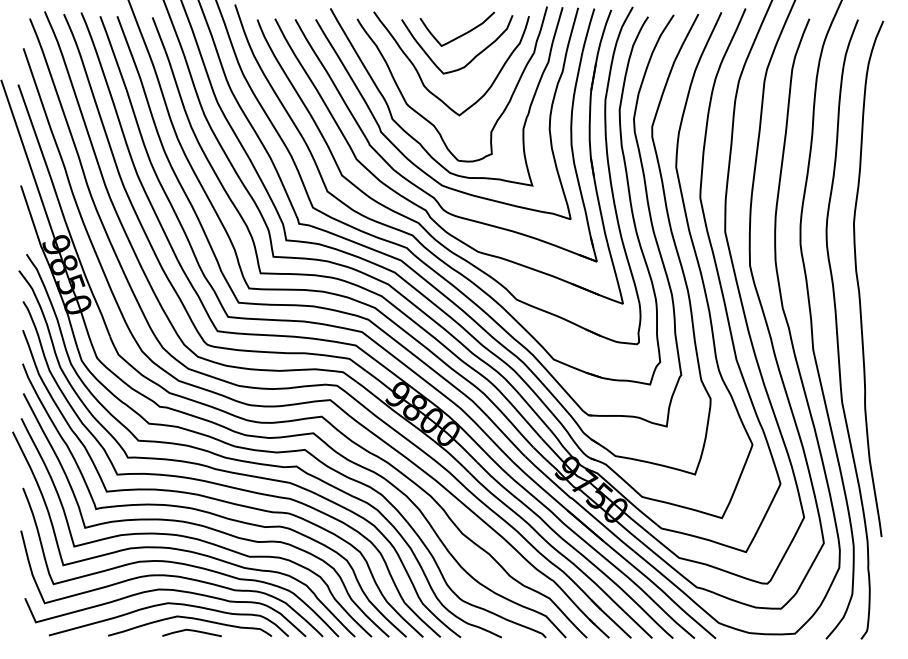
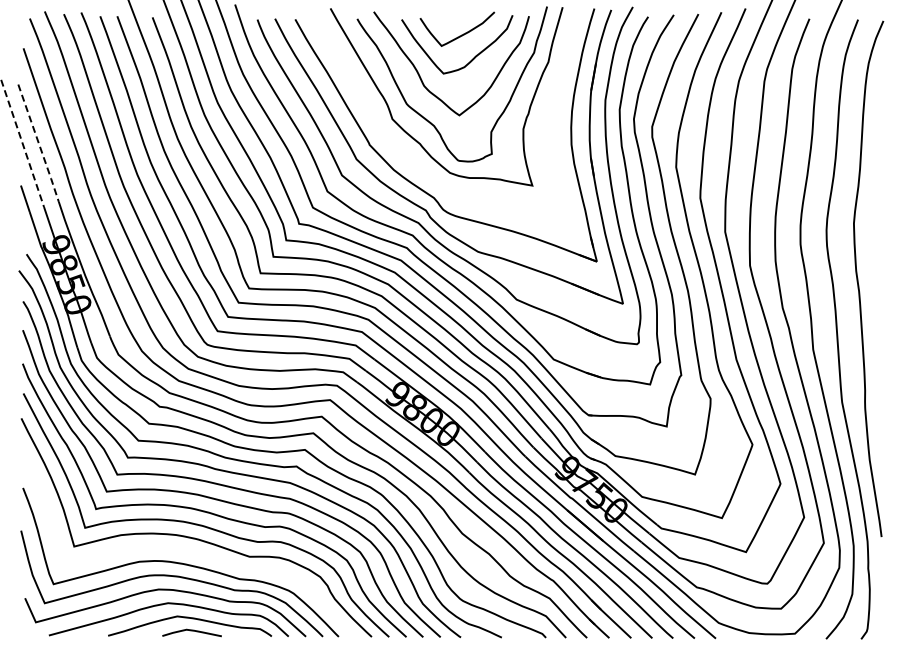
line at (22, 143): solid -> dashed
line at (38, 143): solid -> dashed
curve at (404, 154): present -> none
curve at (179, 548): present -> none
